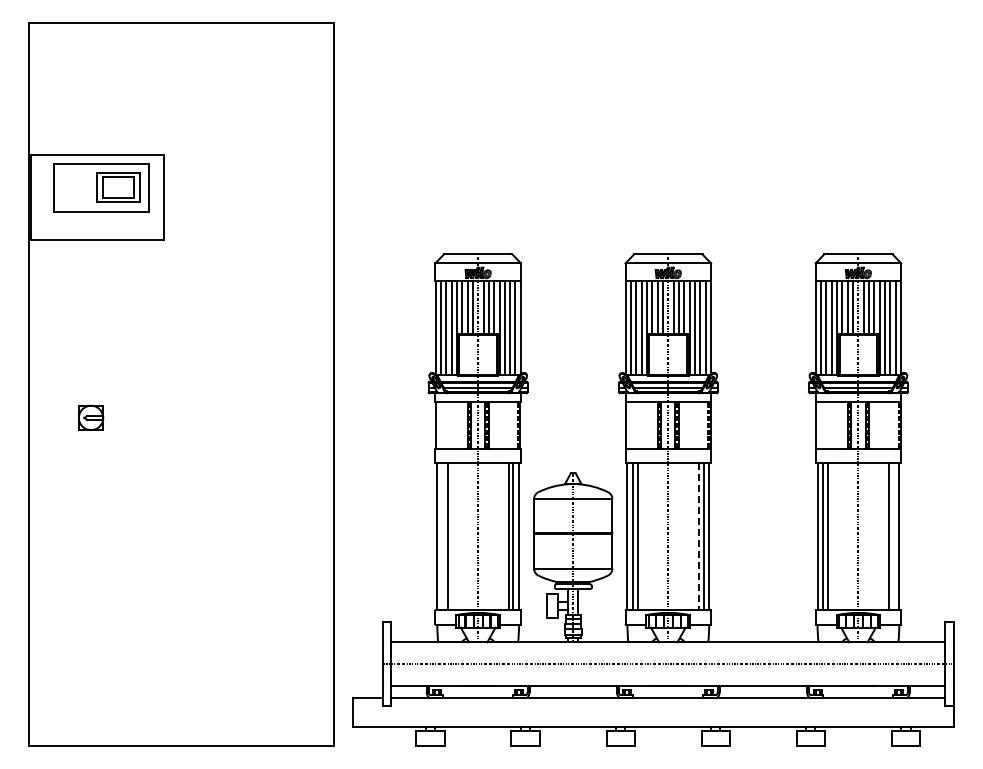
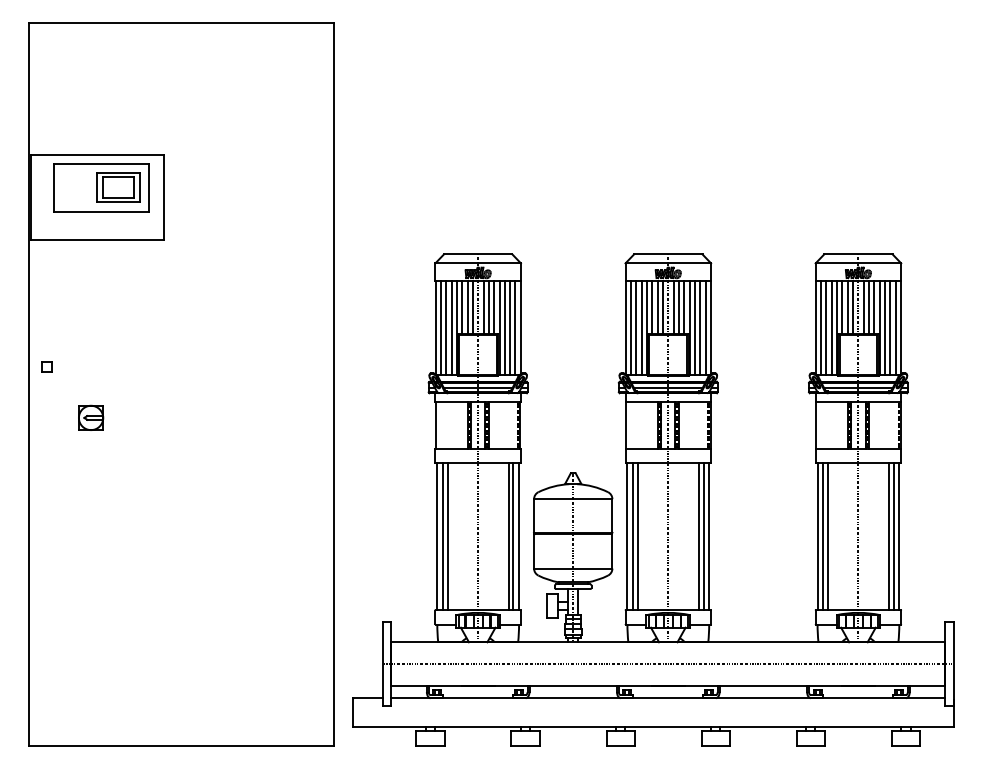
part at (46, 366): none -> present
line at (442, 536): none -> present
line at (893, 536): none -> present
line at (698, 537): dashed -> solid
